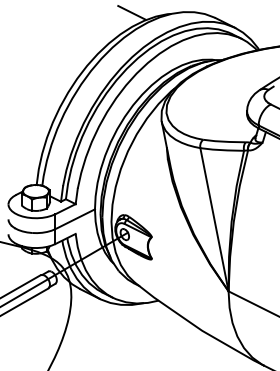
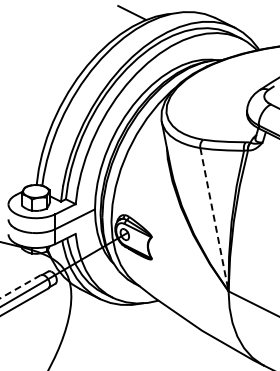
line at (214, 219): solid -> dashed
line at (20, 286): solid -> dashed
